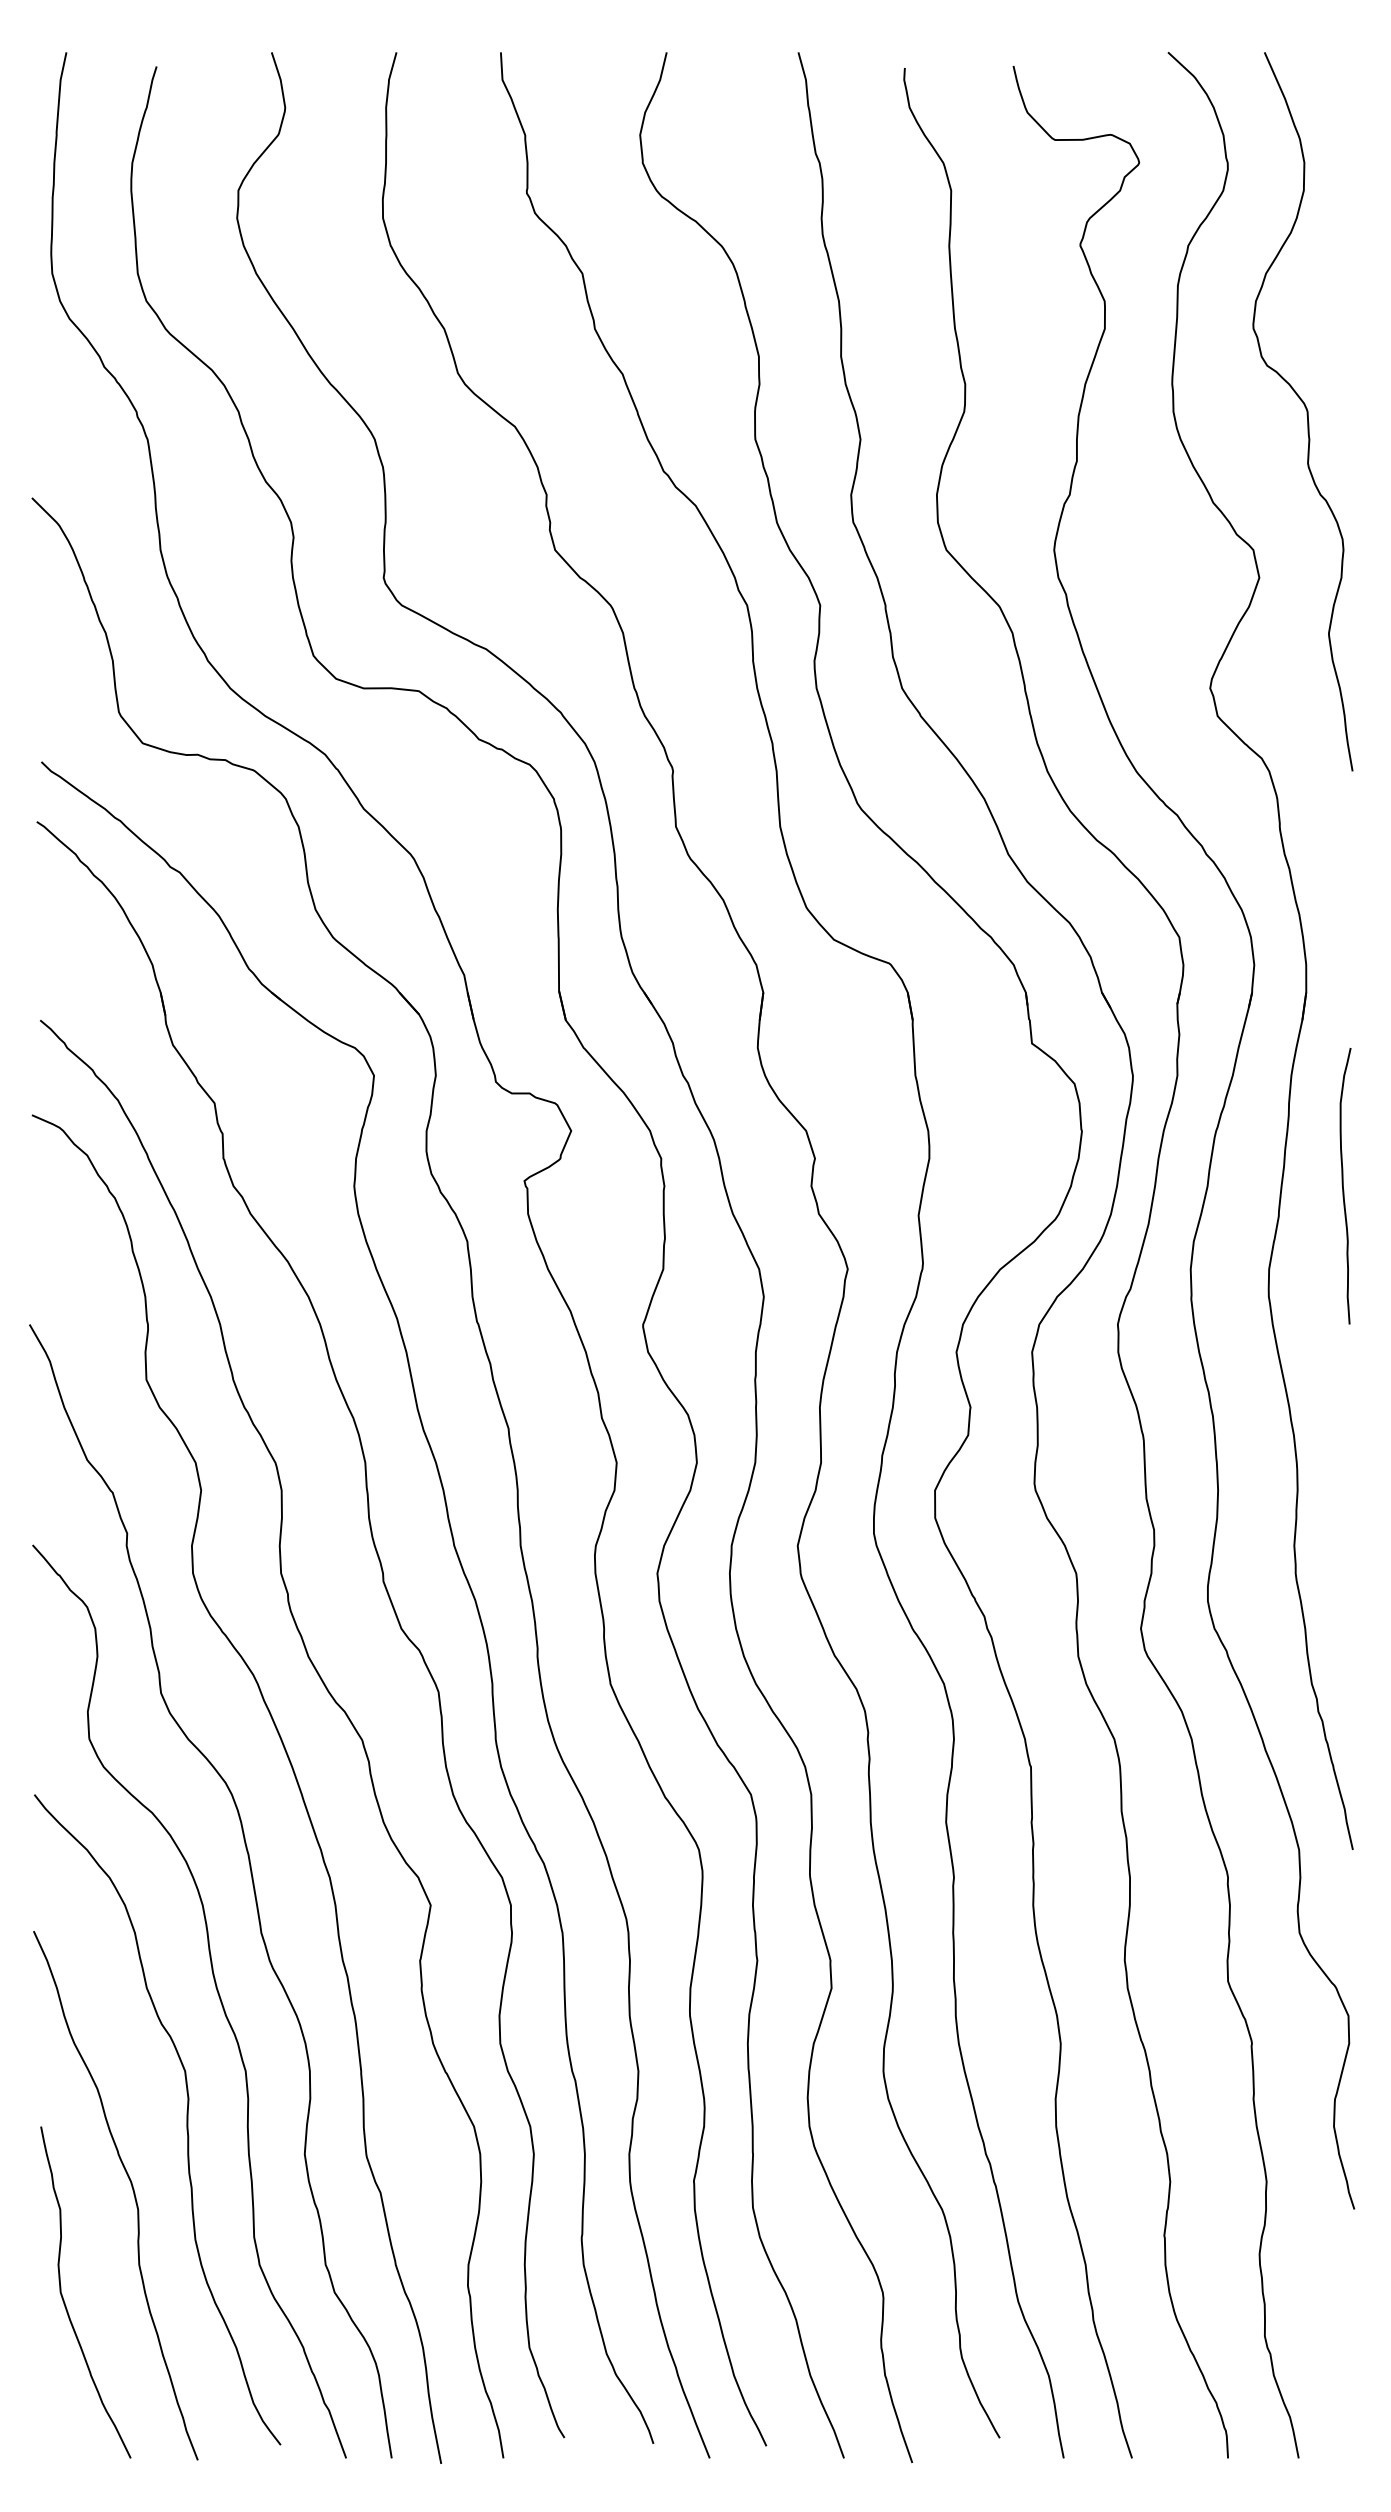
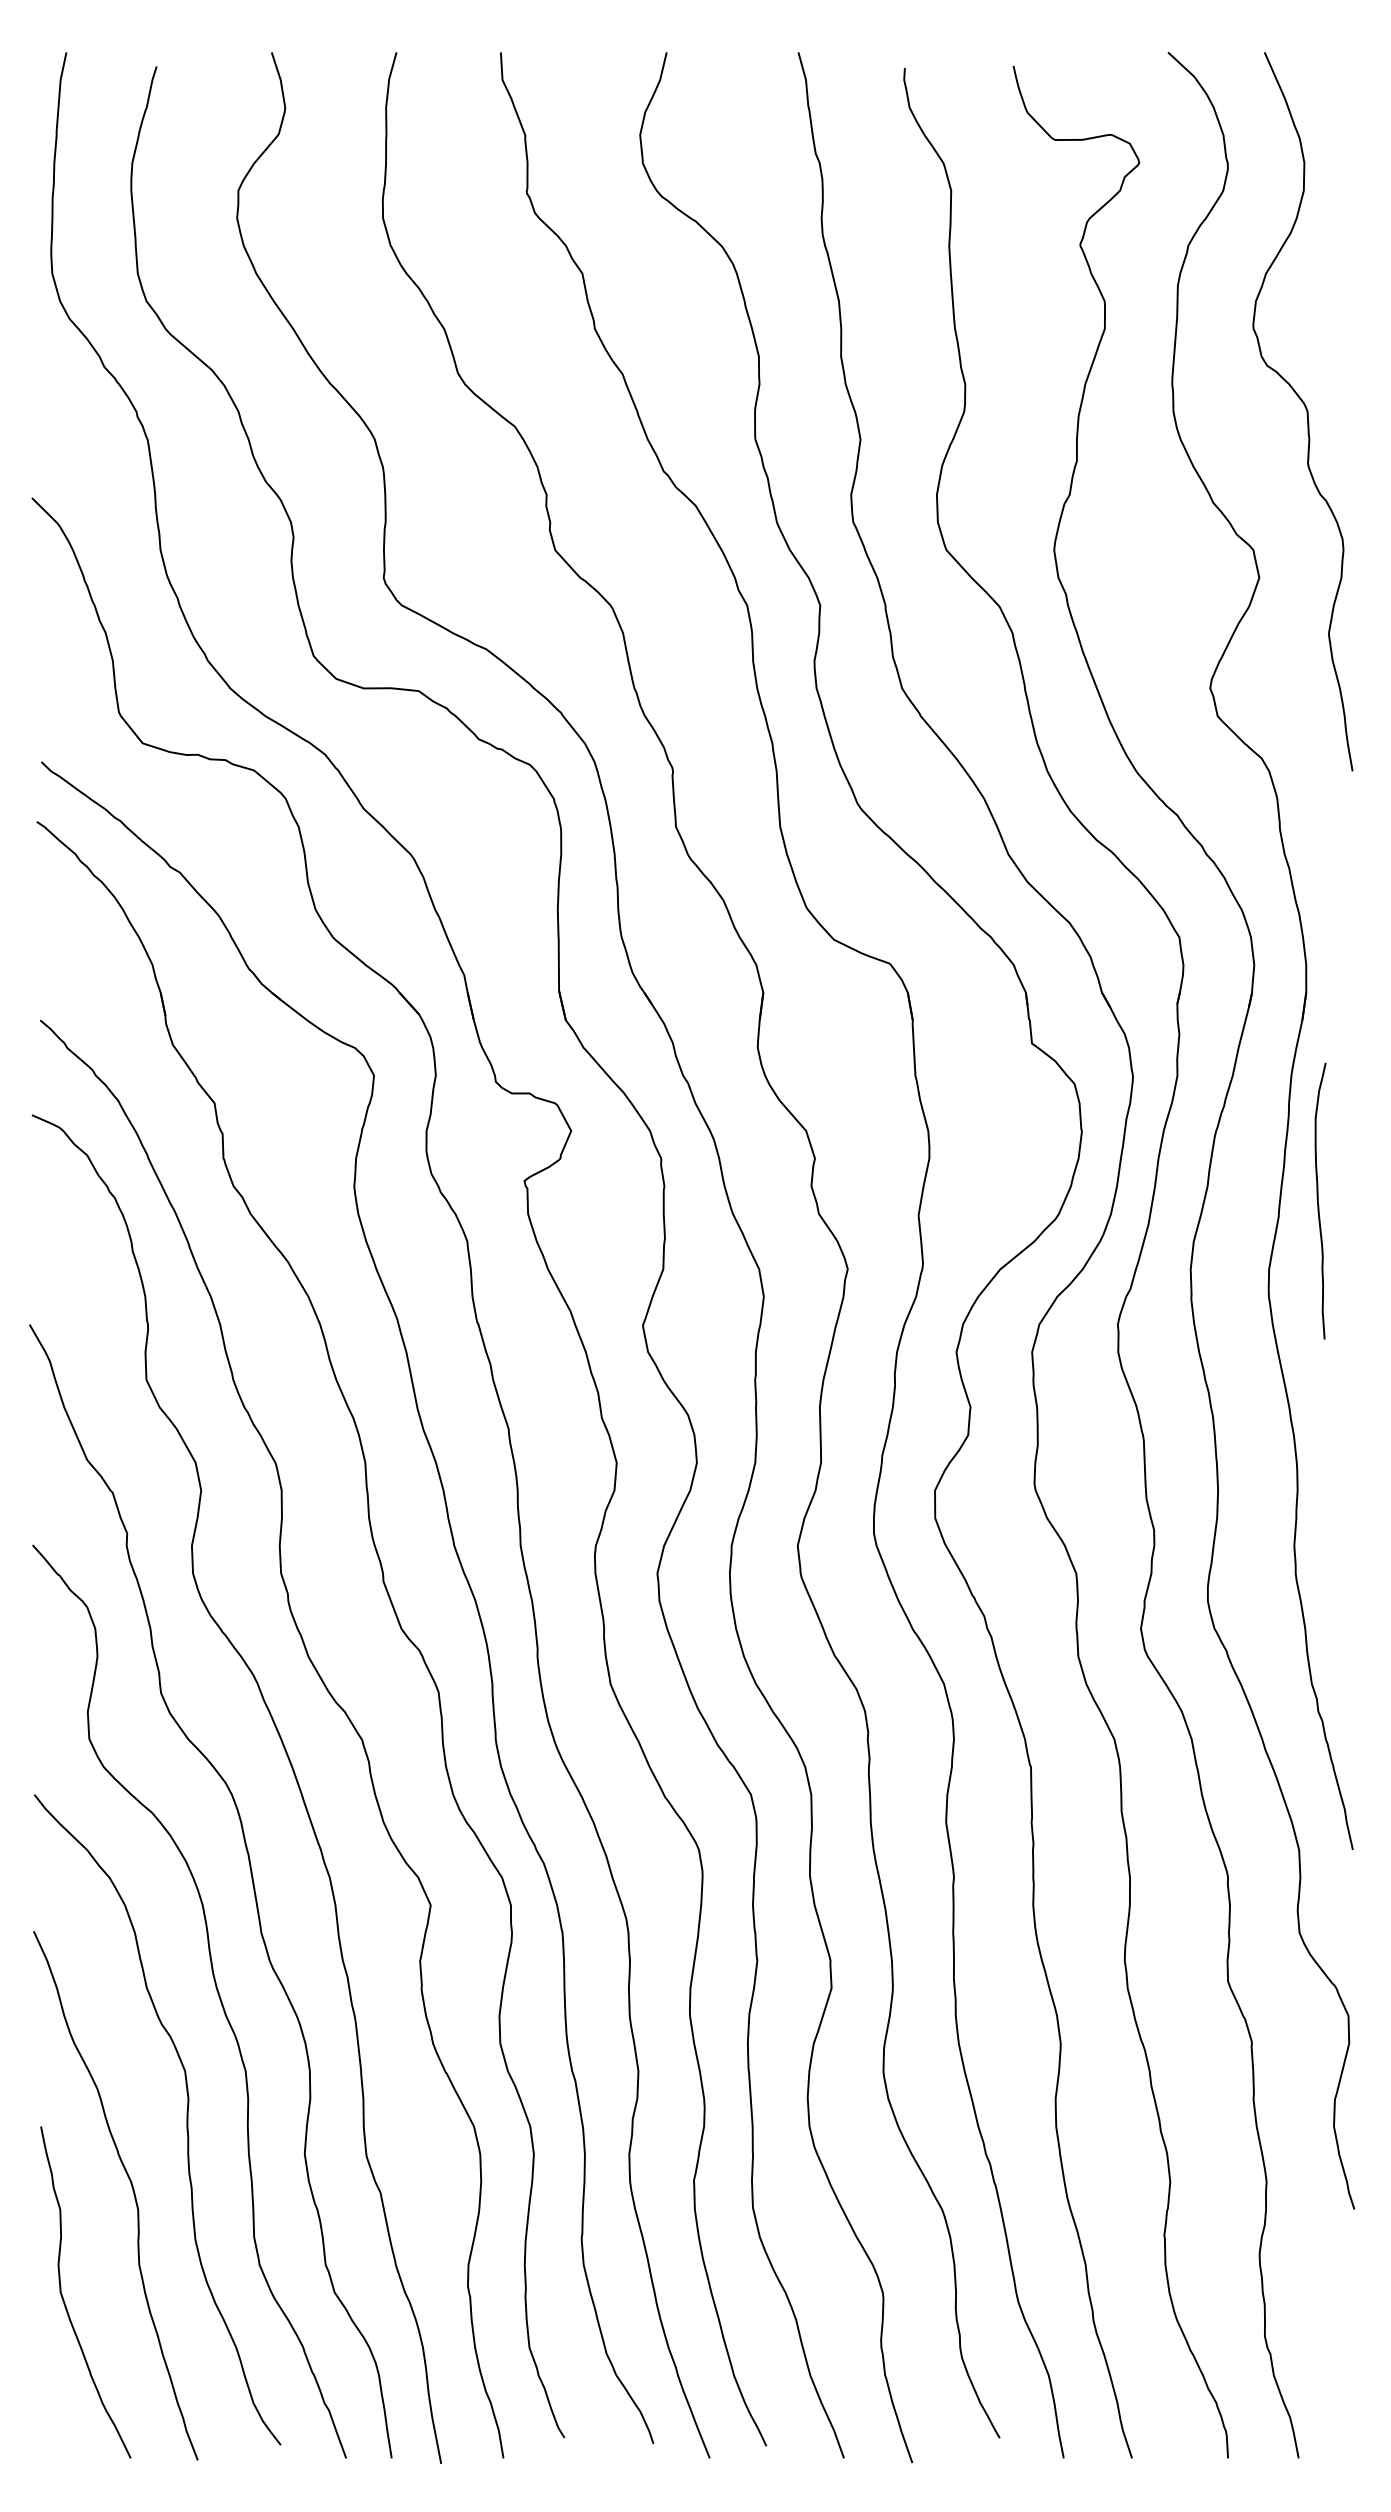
curve at (1343, 1186) position: (1343, 1186) -> (1318, 1201)
